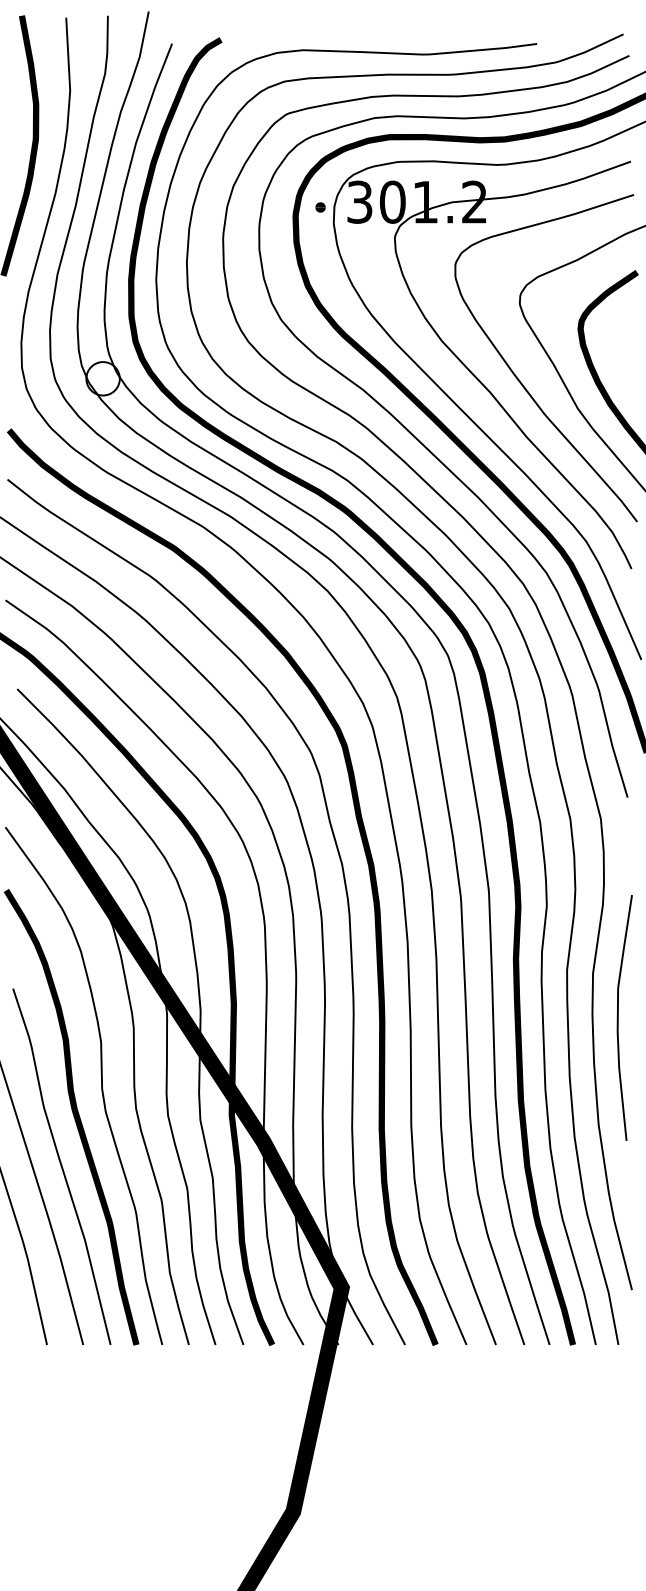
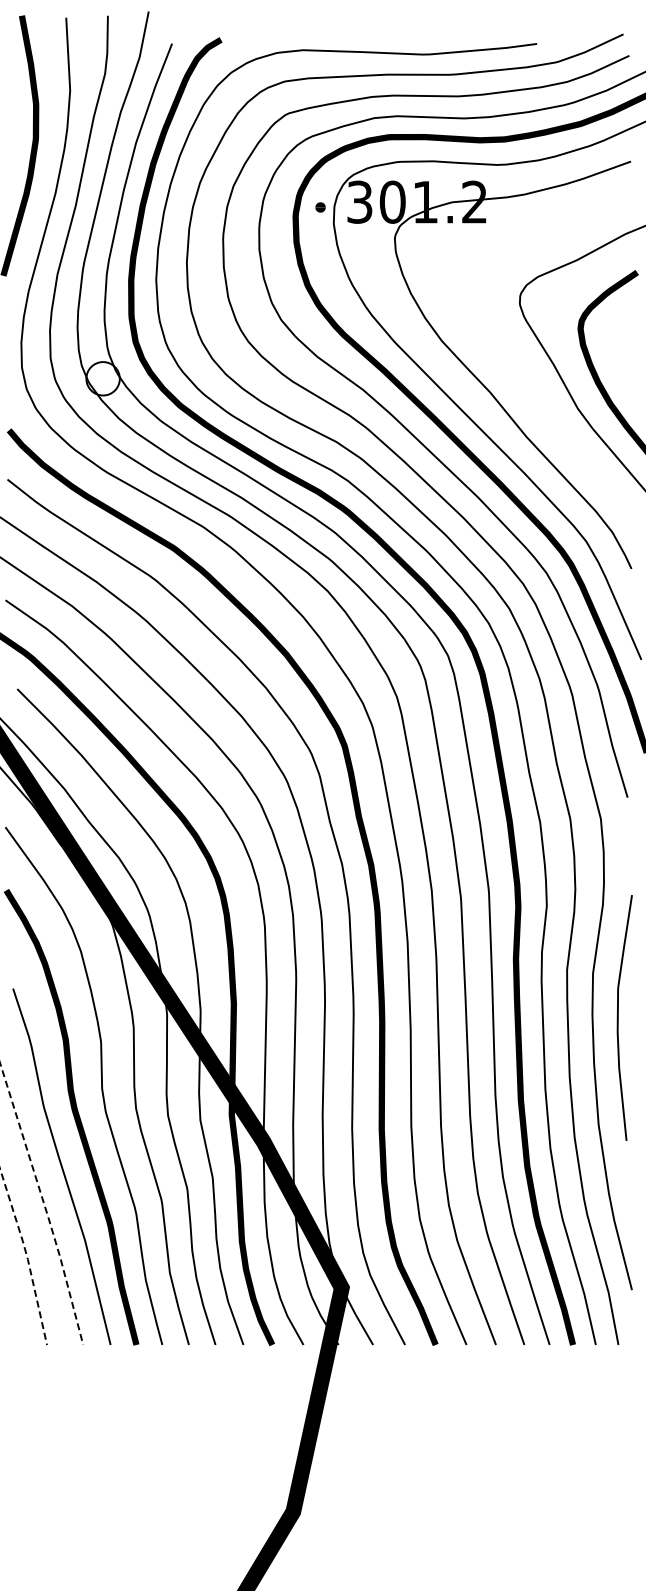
curve at (517, 376): present -> none
line at (44, 1205): solid -> dashed
line at (26, 1255): solid -> dashed
